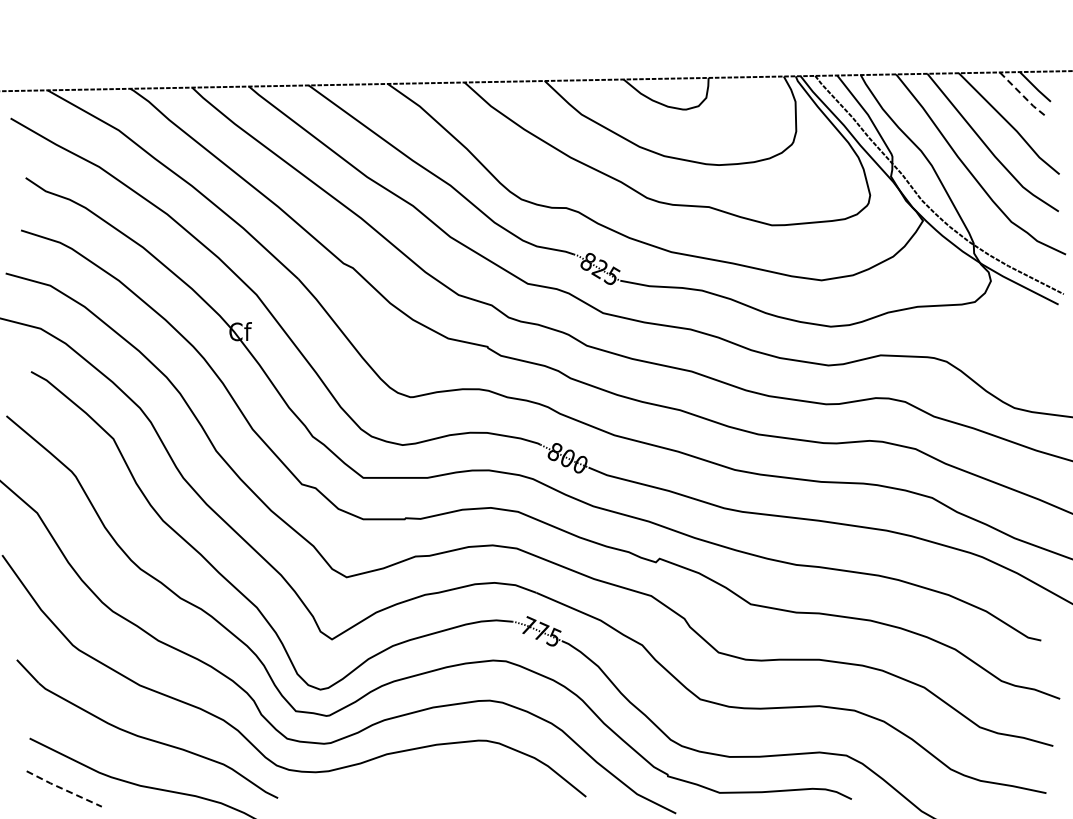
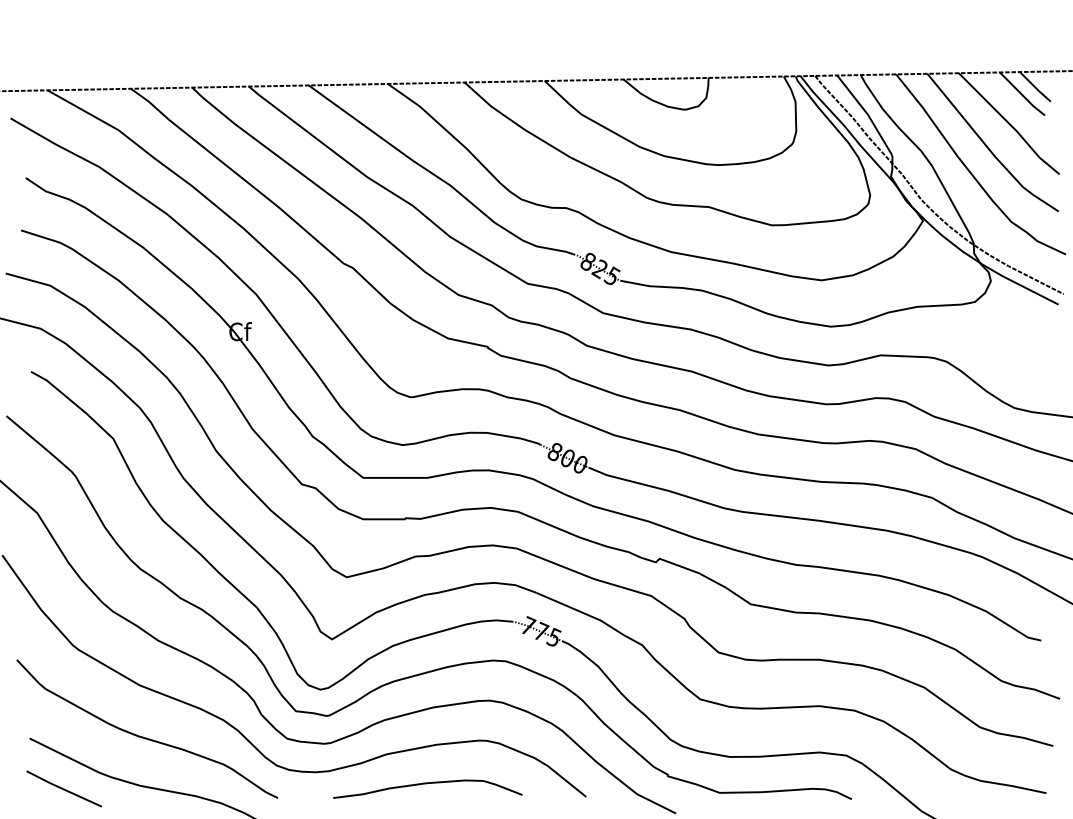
line at (1022, 95): dashed -> solid
curve at (427, 784): none -> present
line at (63, 789): dashed -> solid
